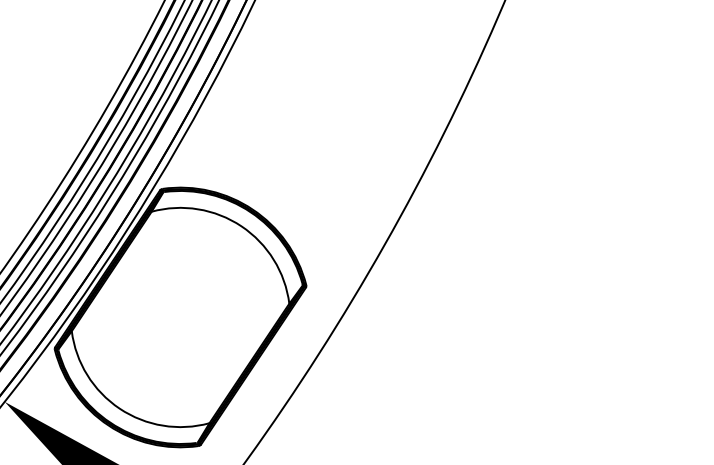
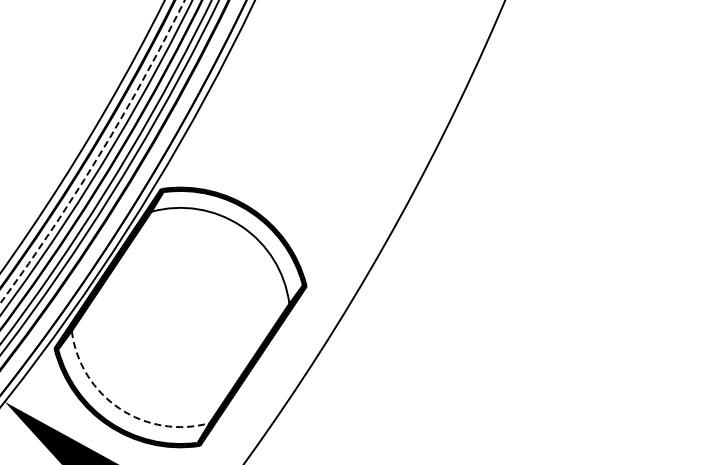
arc at (100, 153): solid -> dashed
arc at (119, 408): solid -> dashed
